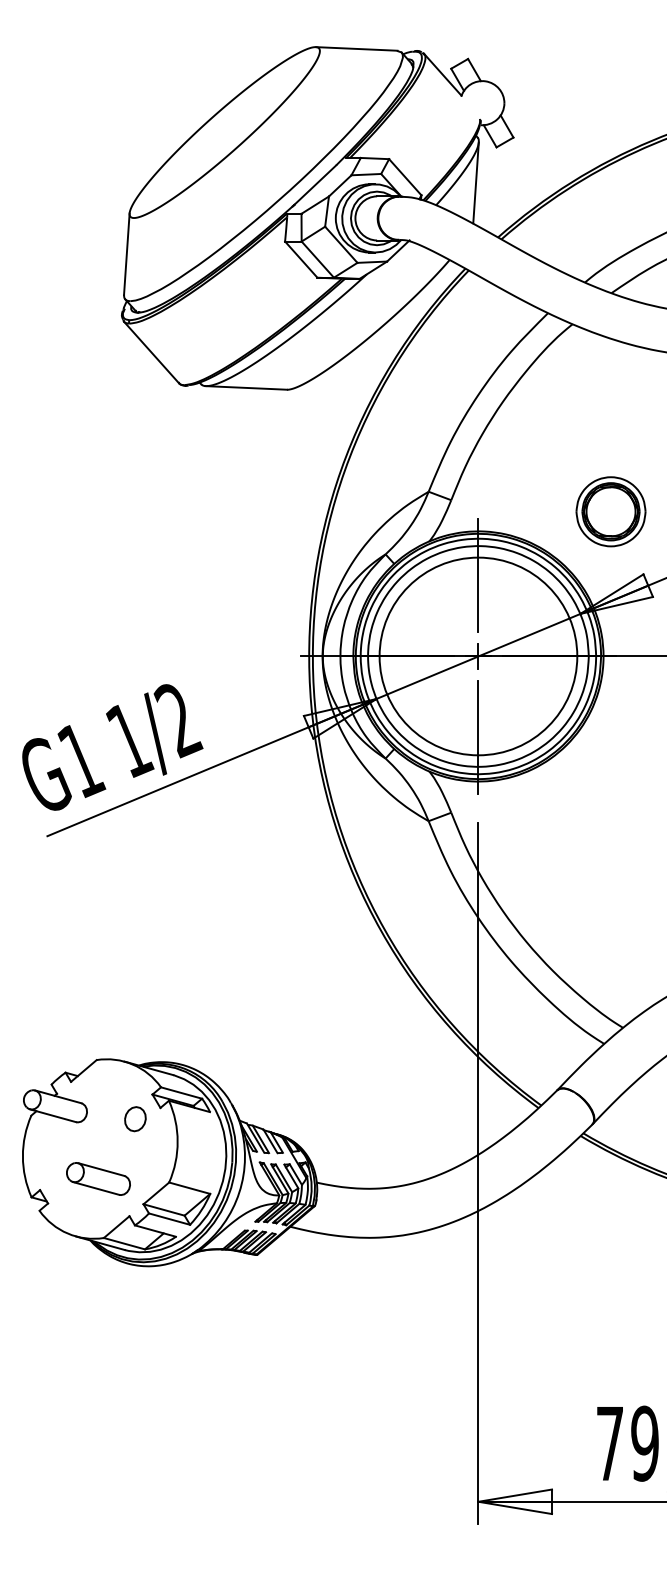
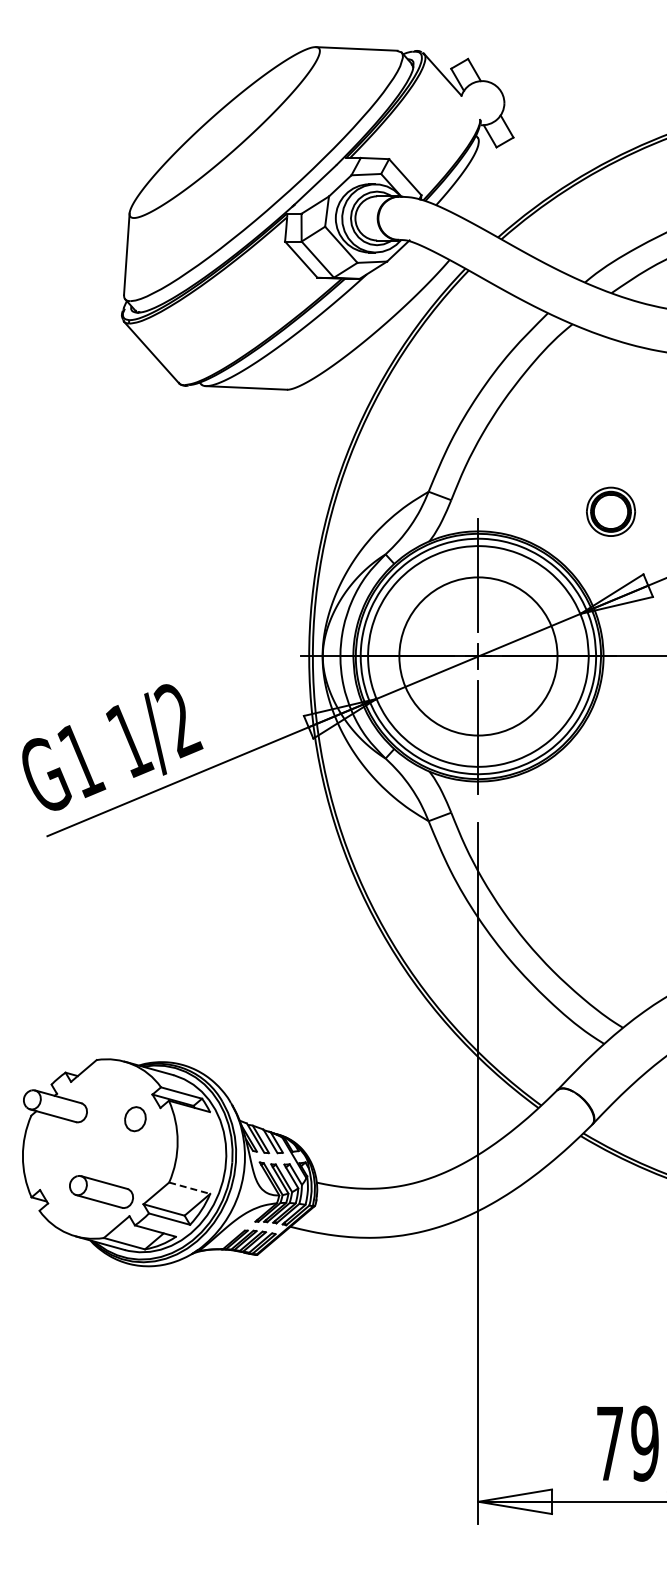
line at (475, 182): present -> none
part at (610, 511) size: 72x72 px -> 51x51 px
circle at (478, 656) diameter: 198 px -> 158 px
part at (98, 1178) position: (98, 1178) -> (101, 1191)
line at (190, 1188): solid -> dashed
